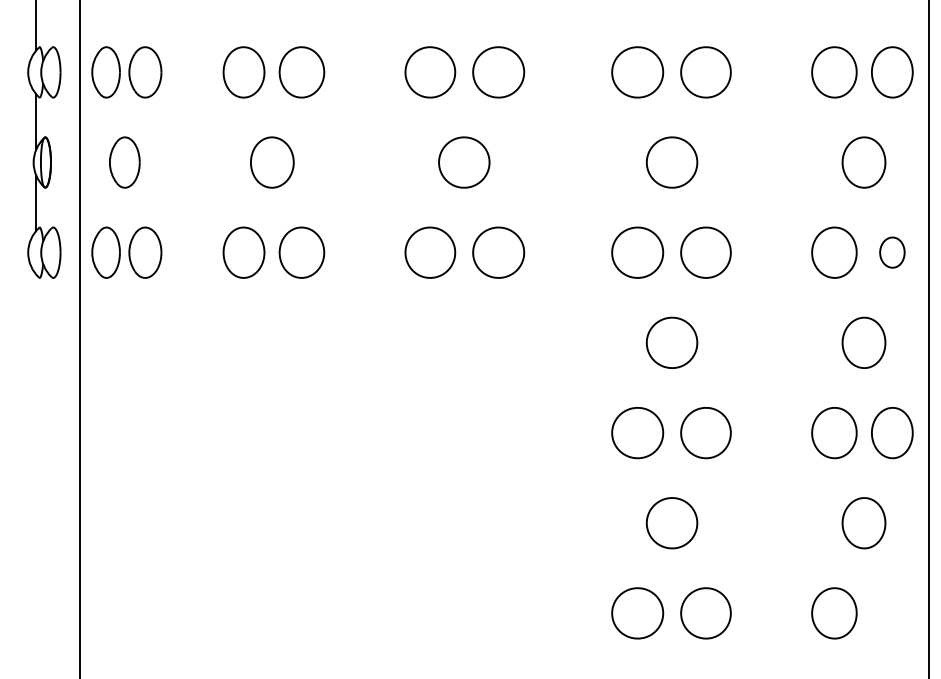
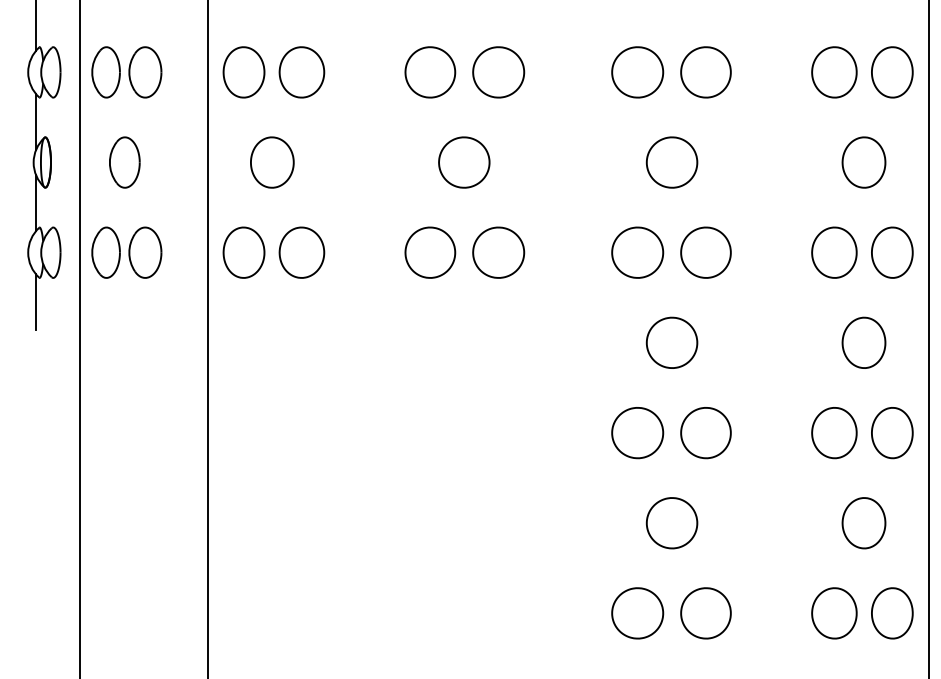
part at (892, 252) size: 27x33 px -> 43x53 px
line at (36, 302): none -> present
line at (207, 338): none -> present
part at (892, 613): none -> present
